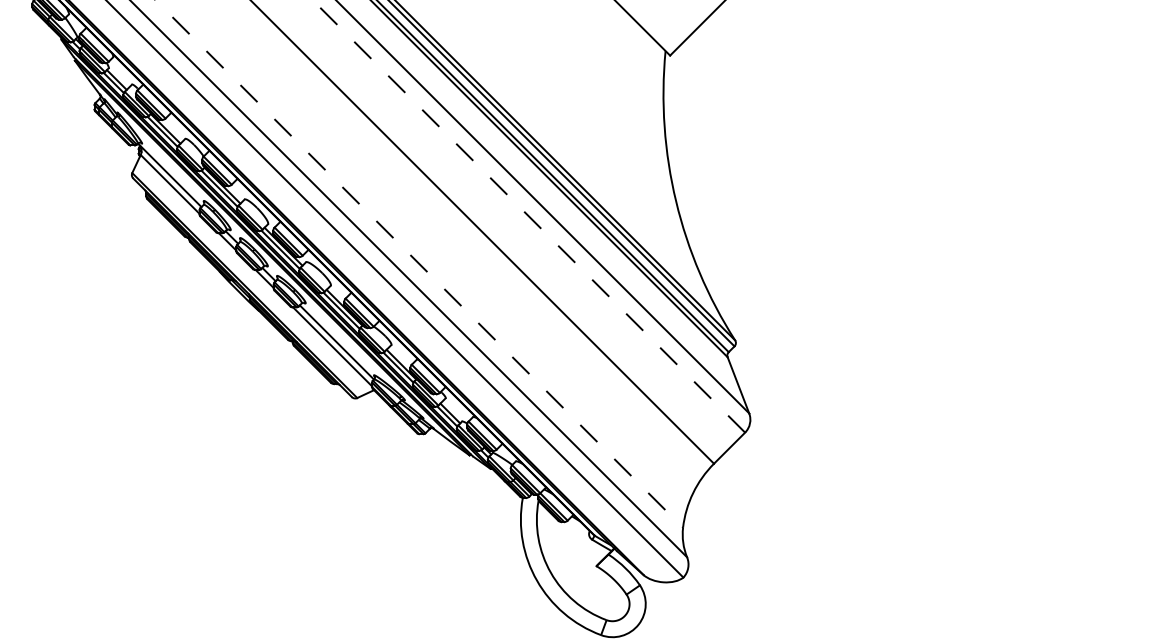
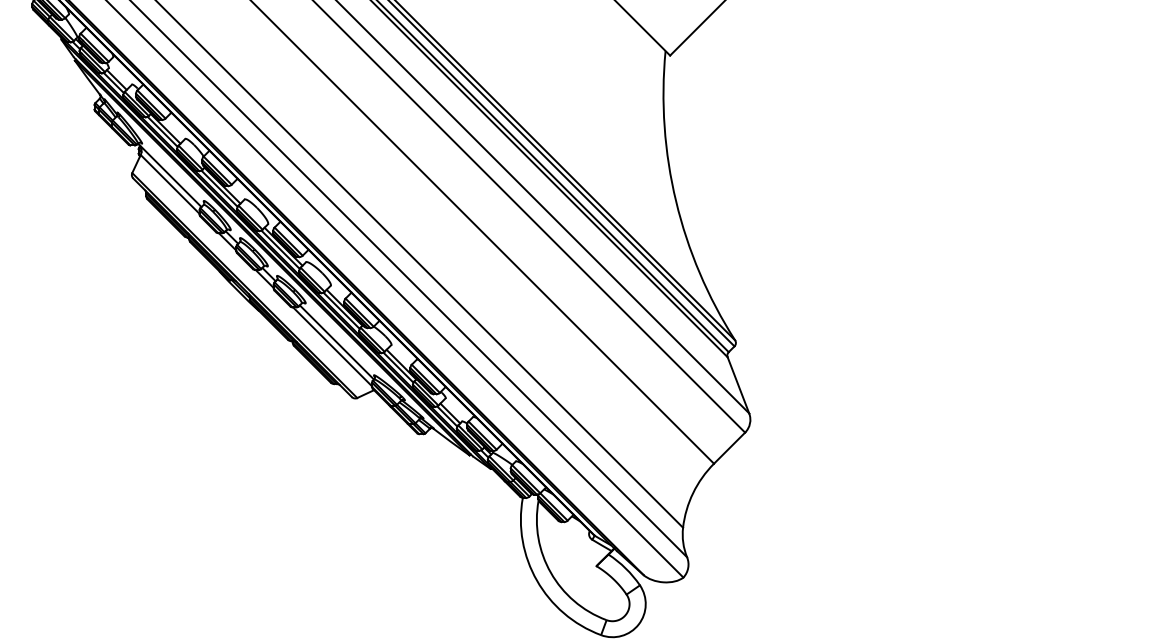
line at (528, 216): dashed -> solid
line at (419, 264): dashed -> solid
